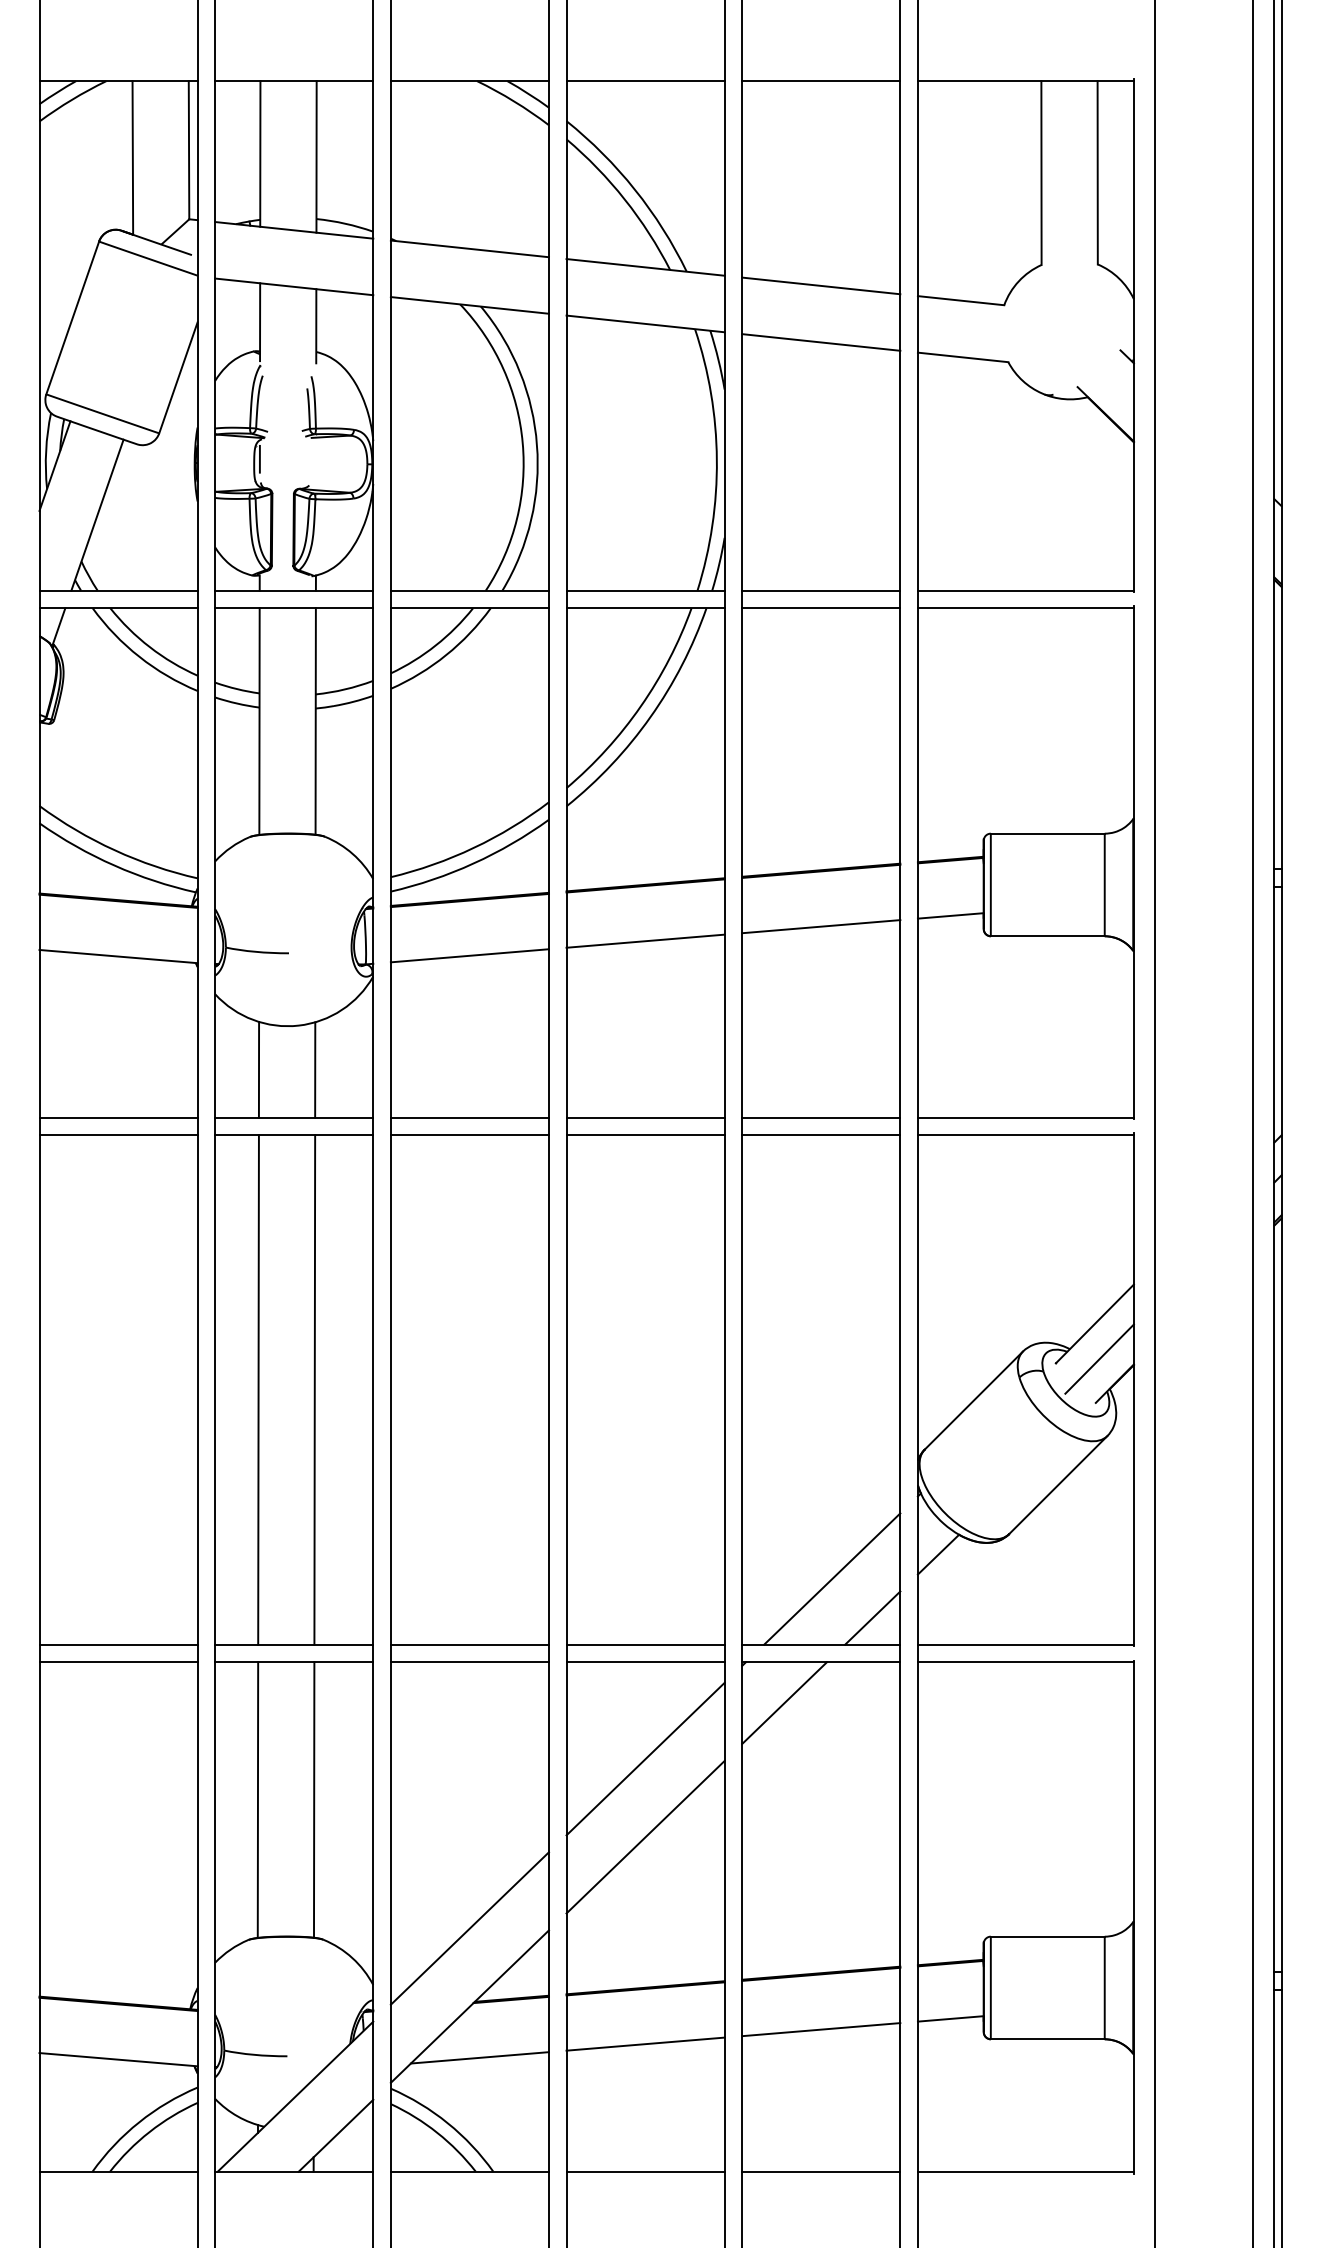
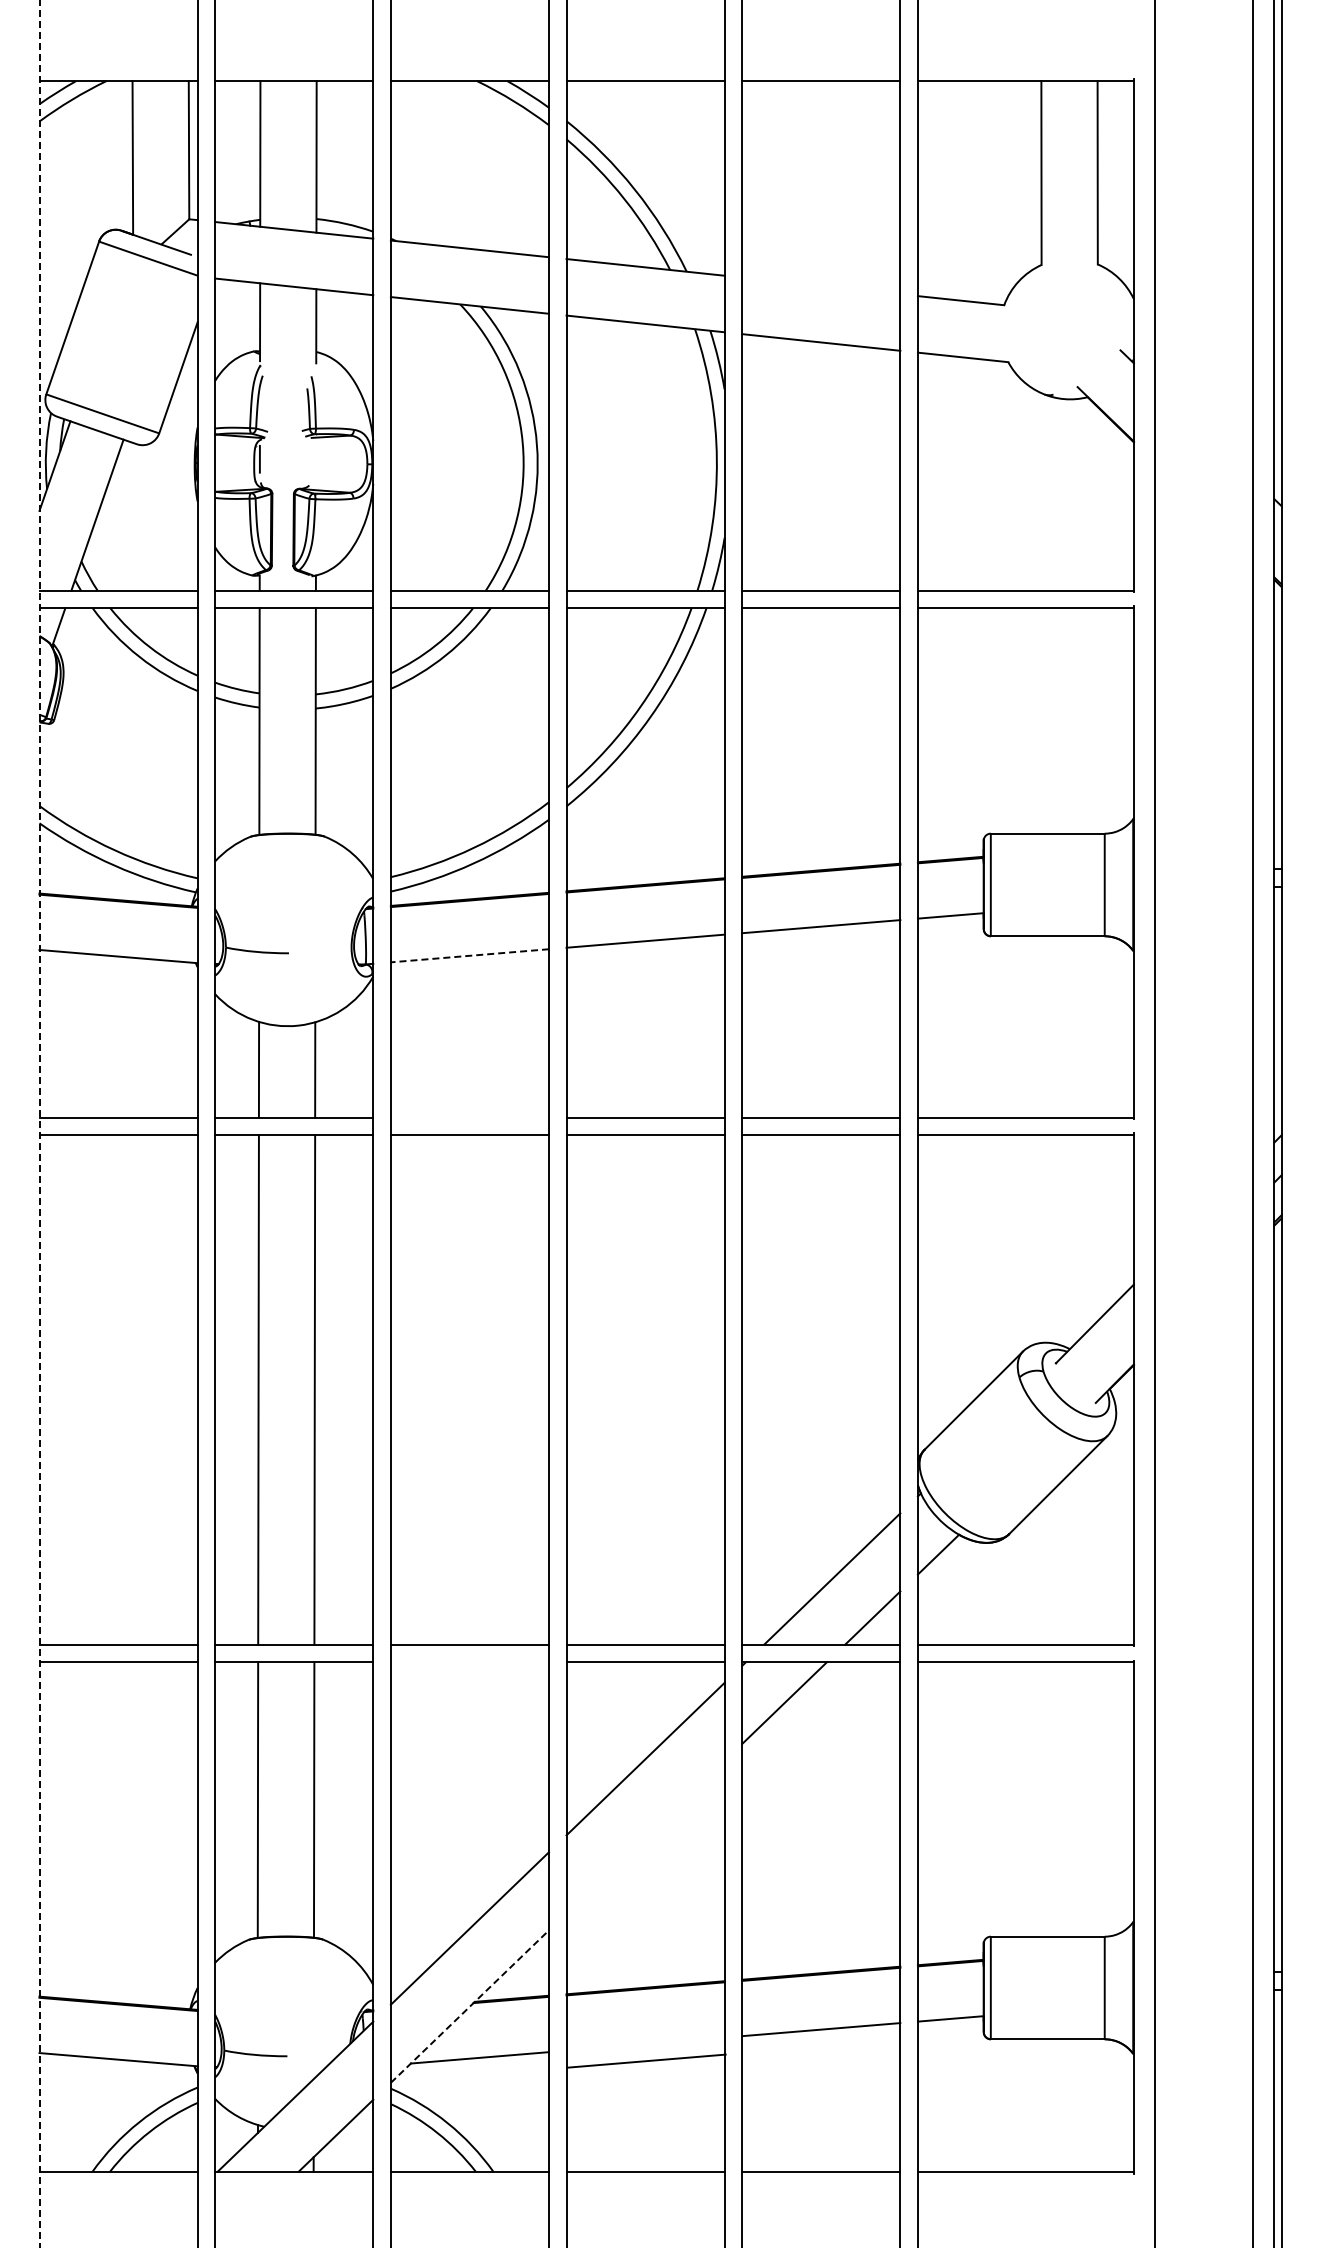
line at (821, 285): present -> none
line at (469, 955): solid -> dashed
line at (469, 1117): present -> none
line at (39, 1124): solid -> dashed
line at (1099, 1358): present -> none
line at (469, 1662): present -> none
line at (645, 1836): present -> none
line at (469, 2006): solid -> dashed
line at (645, 2043) position: (645, 2043) -> (646, 2060)
